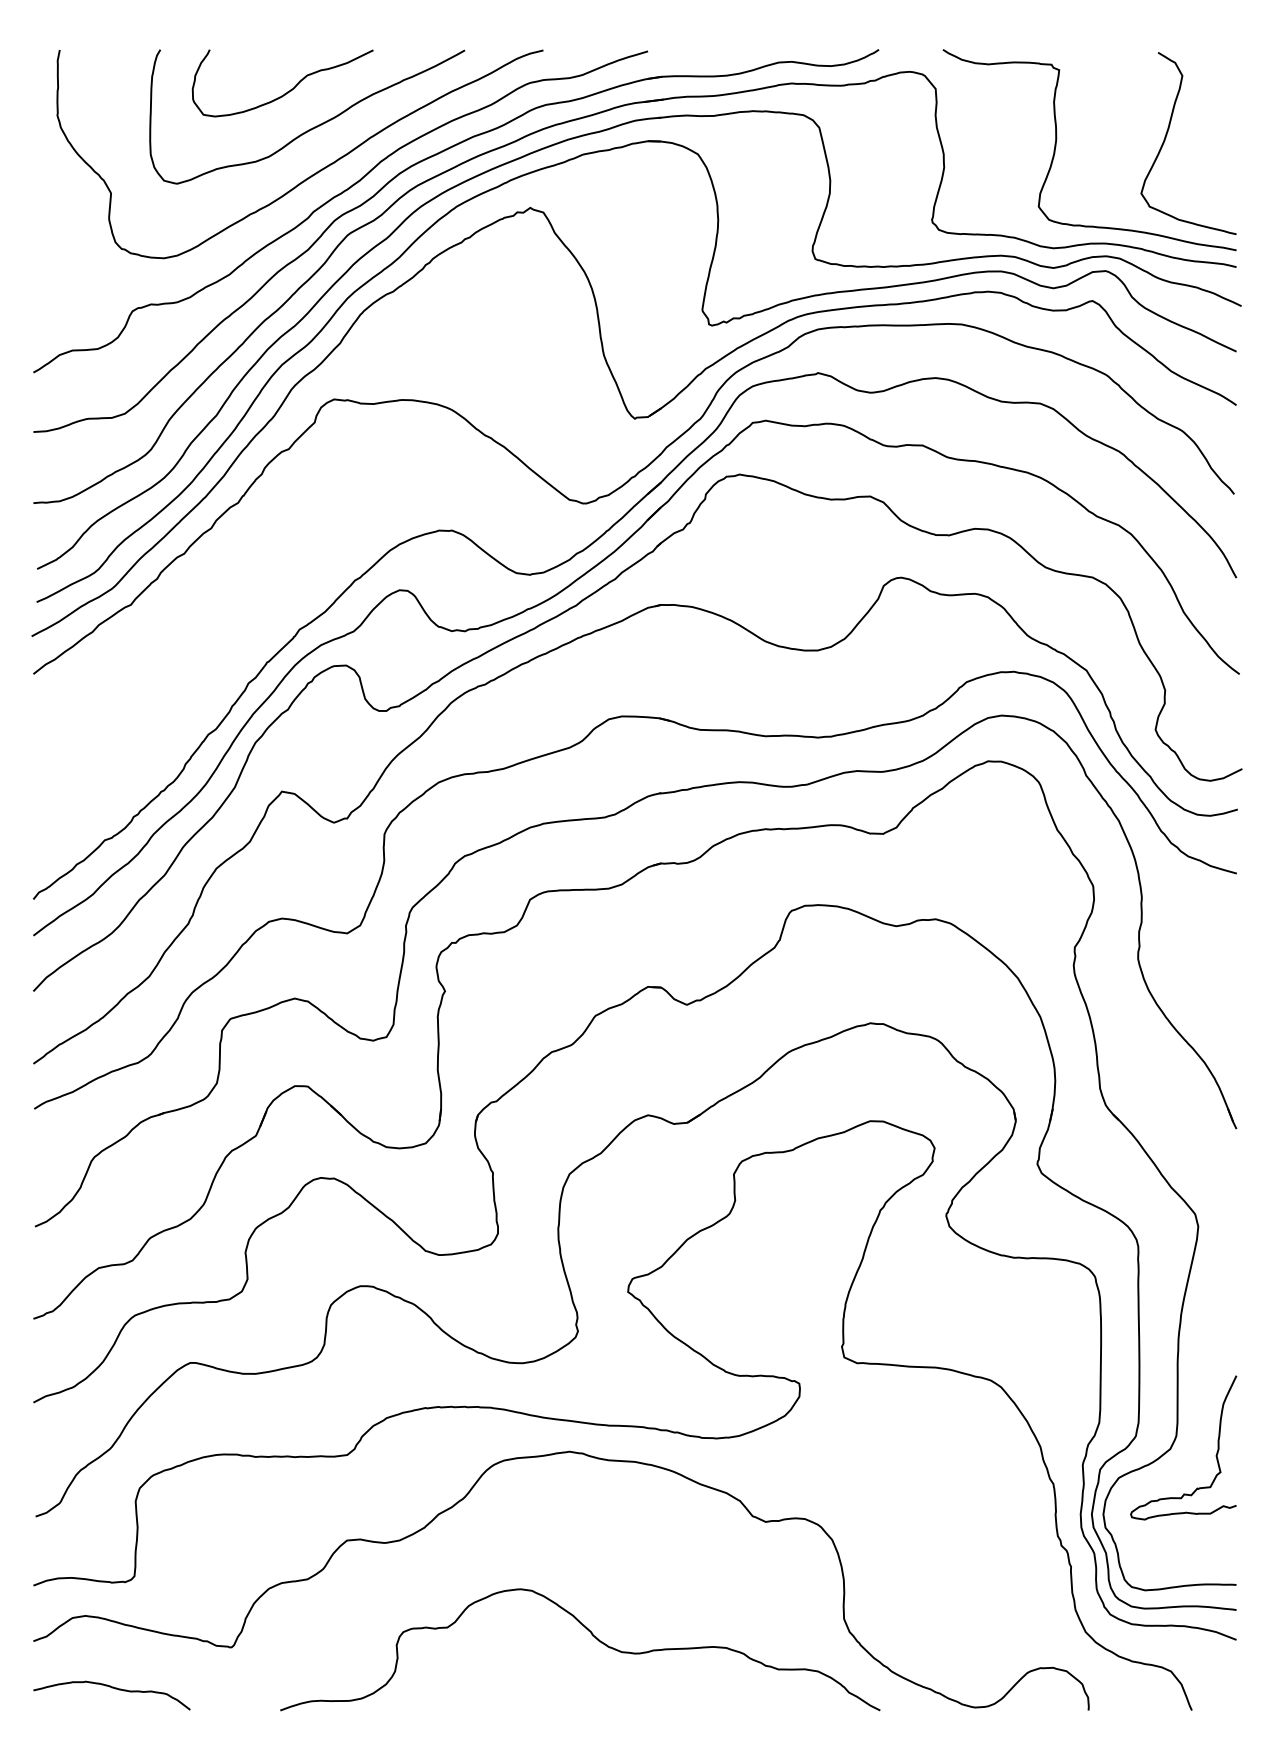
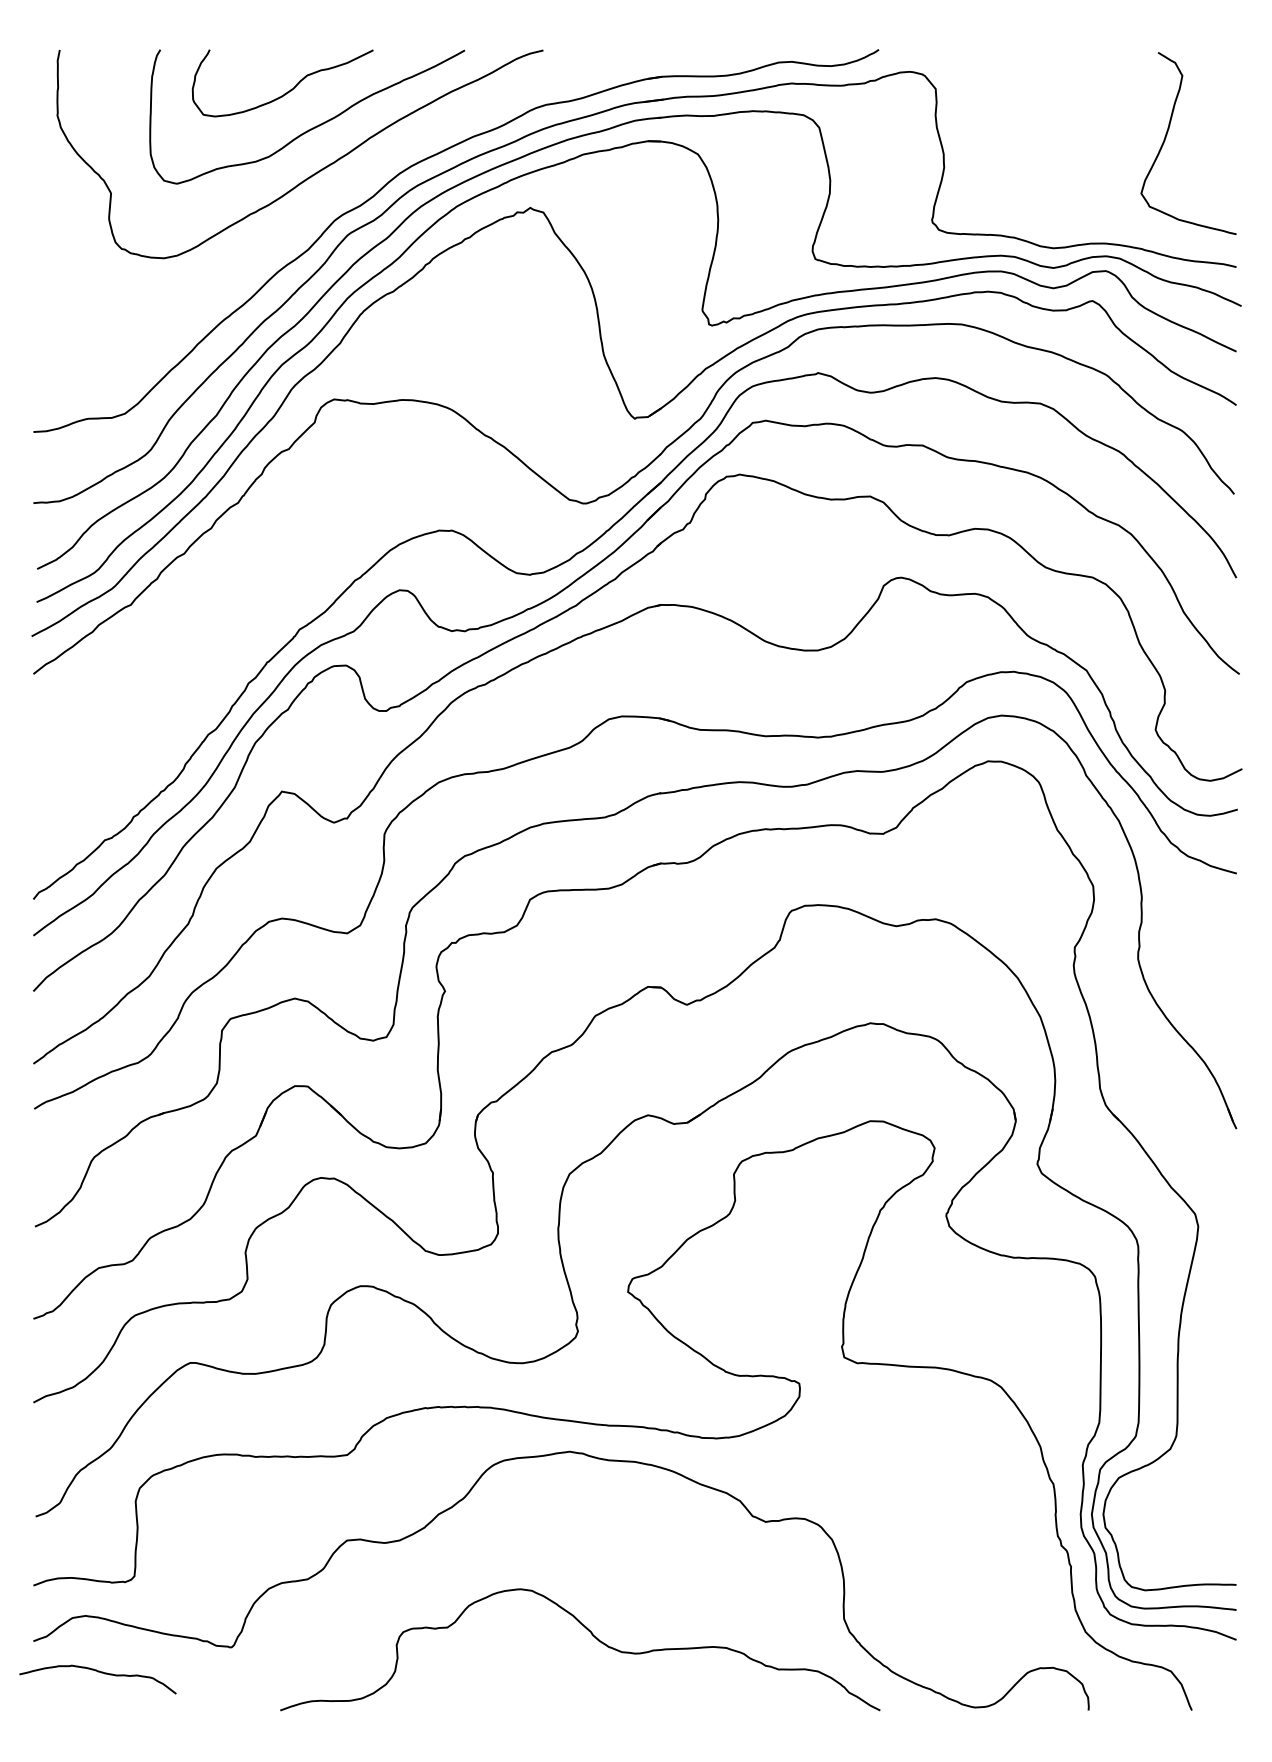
curve at (1056, 147): present -> none
curve at (330, 201): present -> none
curve at (1215, 1455): present -> none
curve at (111, 1688) position: (111, 1688) -> (97, 1672)
